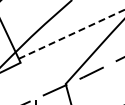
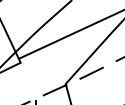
line at (72, 34): dashed -> solid
